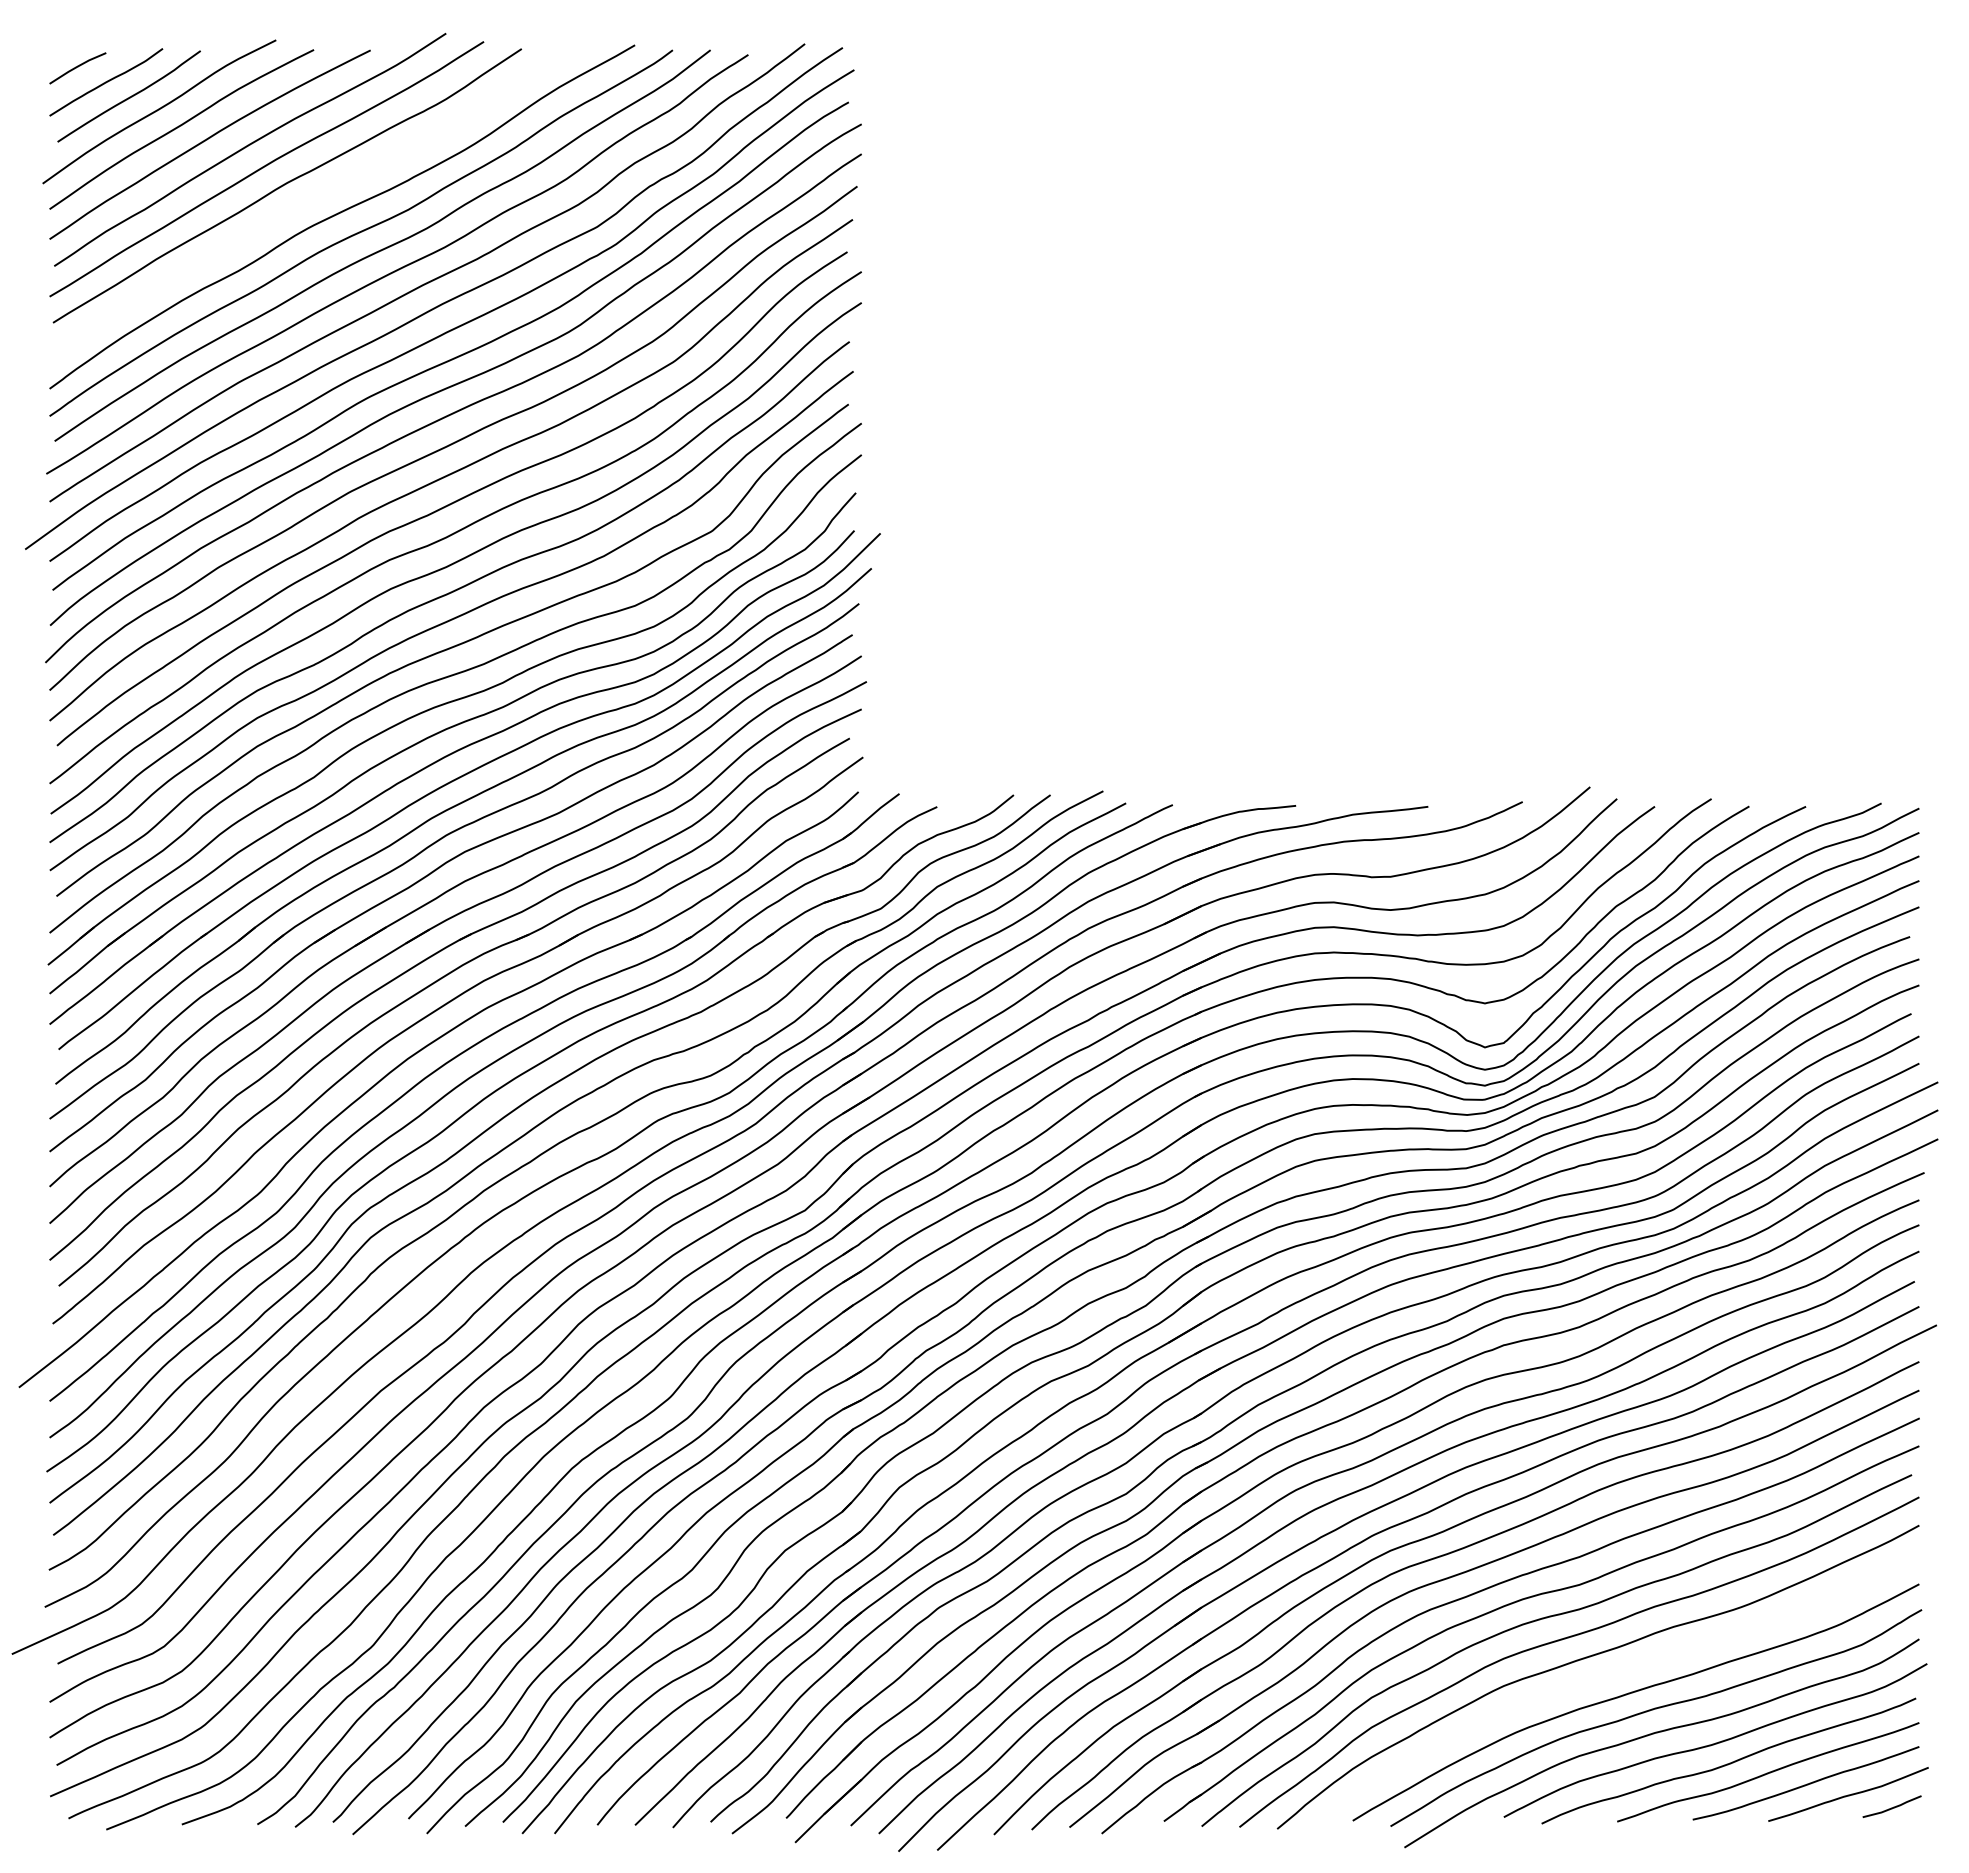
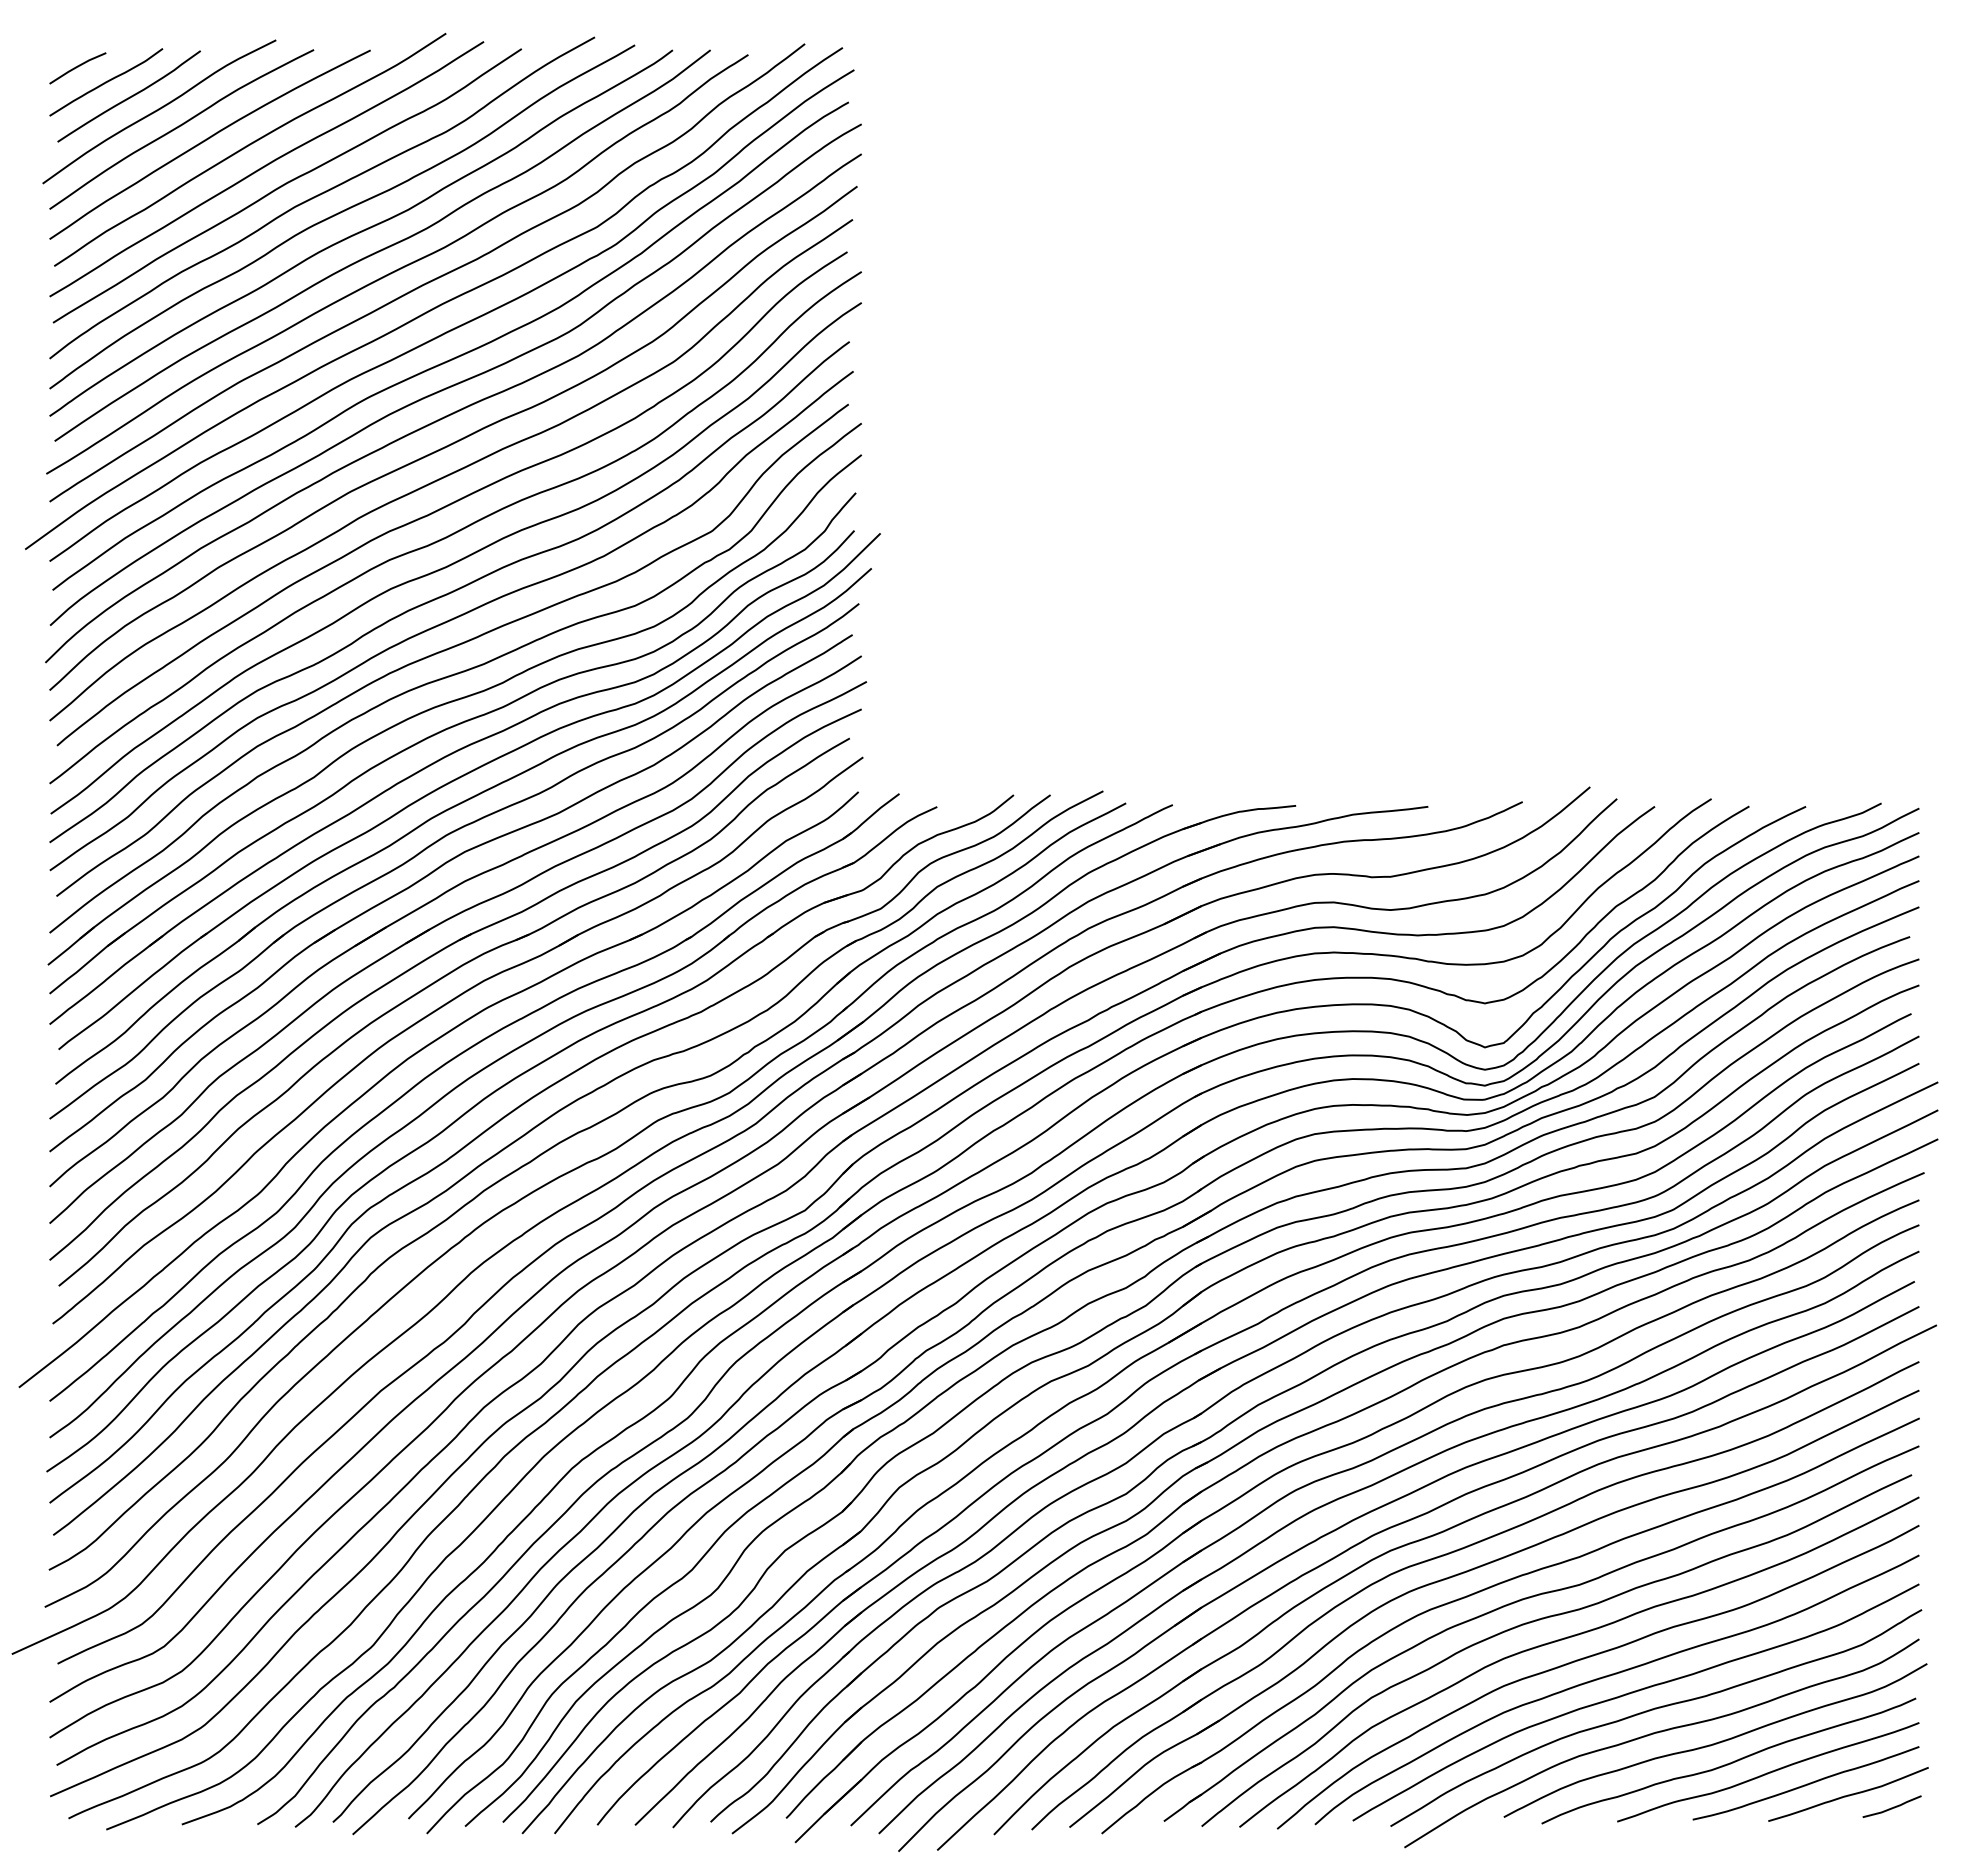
curve at (320, 195): none -> present
curve at (1613, 1675): none -> present
